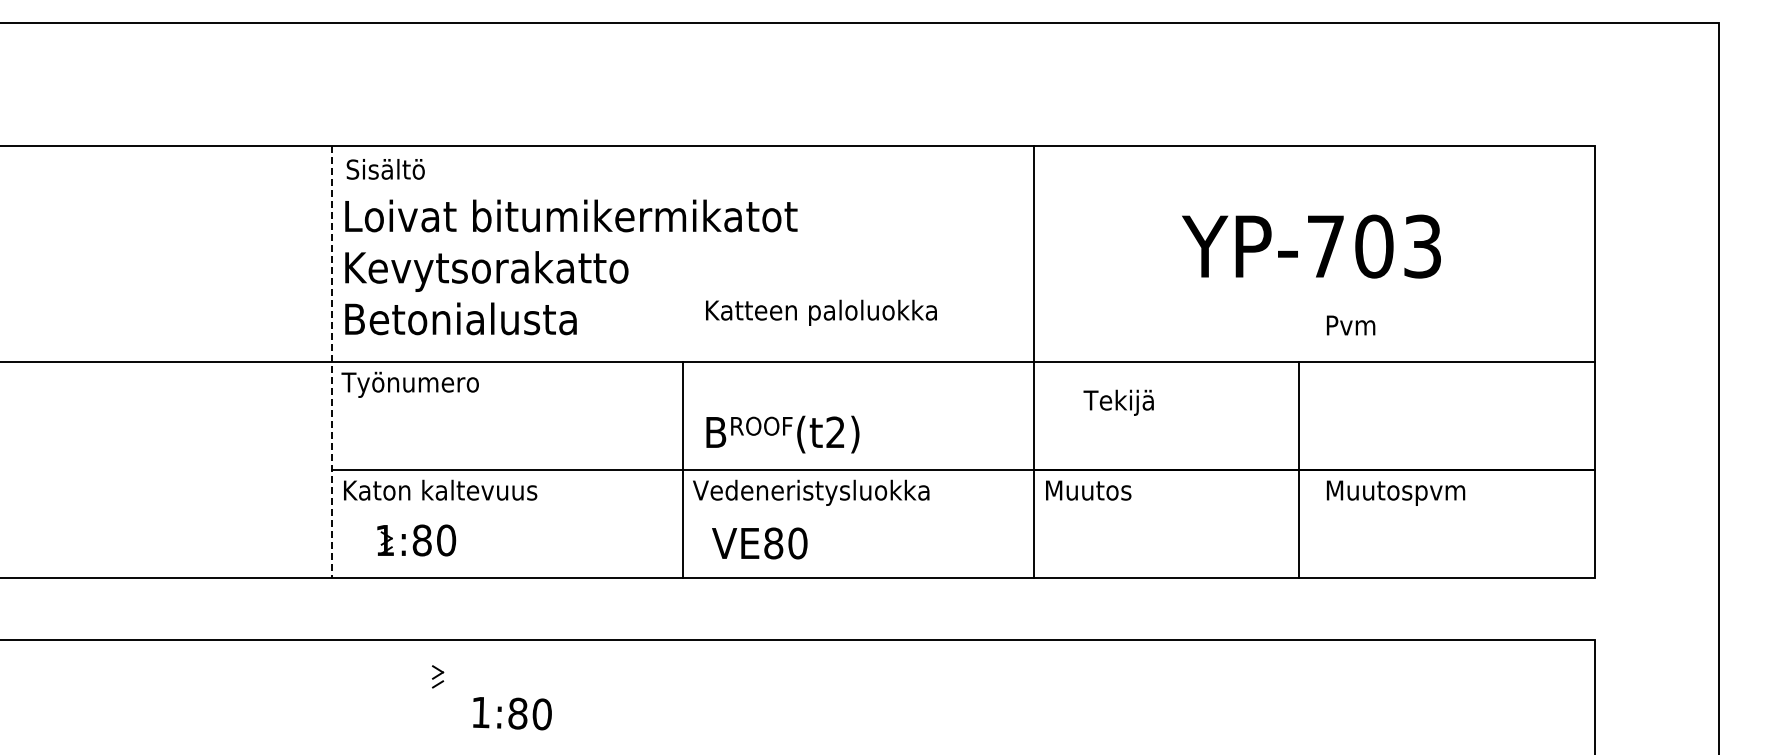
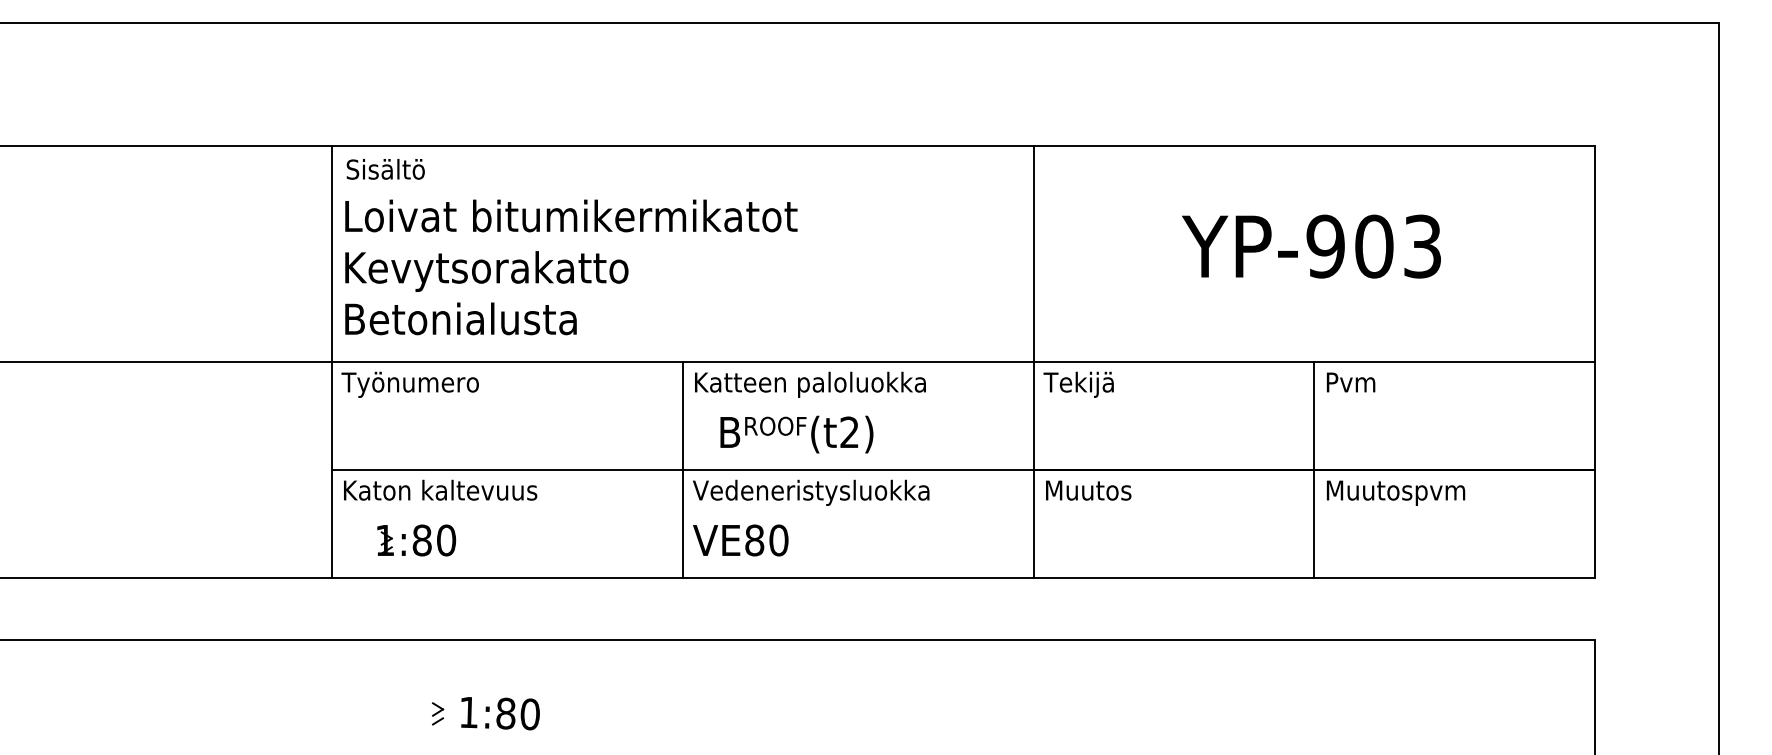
text at (1325, 246): YP-703 -> YP-903
text at (821, 312) position: (821, 312) -> (810, 384)
text at (1351, 325) position: (1351, 325) -> (1351, 382)
line at (331, 362): dashed -> solid
text at (1118, 402) position: (1118, 402) -> (1078, 384)
text at (782, 434) position: (782, 434) -> (796, 434)
line at (1299, 470) position: (1299, 470) -> (1314, 470)
text at (759, 543) position: (759, 543) -> (740, 540)
part at (438, 676) position: (438, 676) -> (438, 713)
text at (512, 713) position: (512, 713) -> (500, 713)
